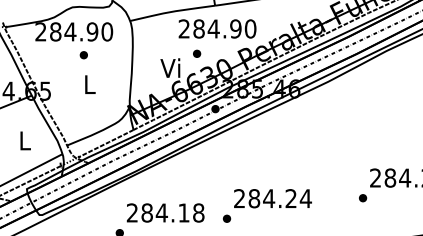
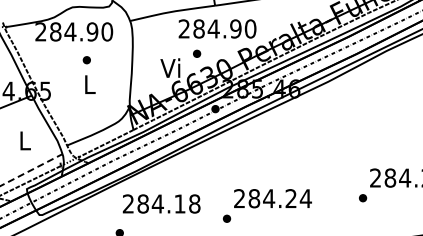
part at (83, 55) position: (83, 55) -> (86, 60)
line at (30, 170): solid -> dashed
text at (165, 212) position: (165, 212) -> (161, 203)
